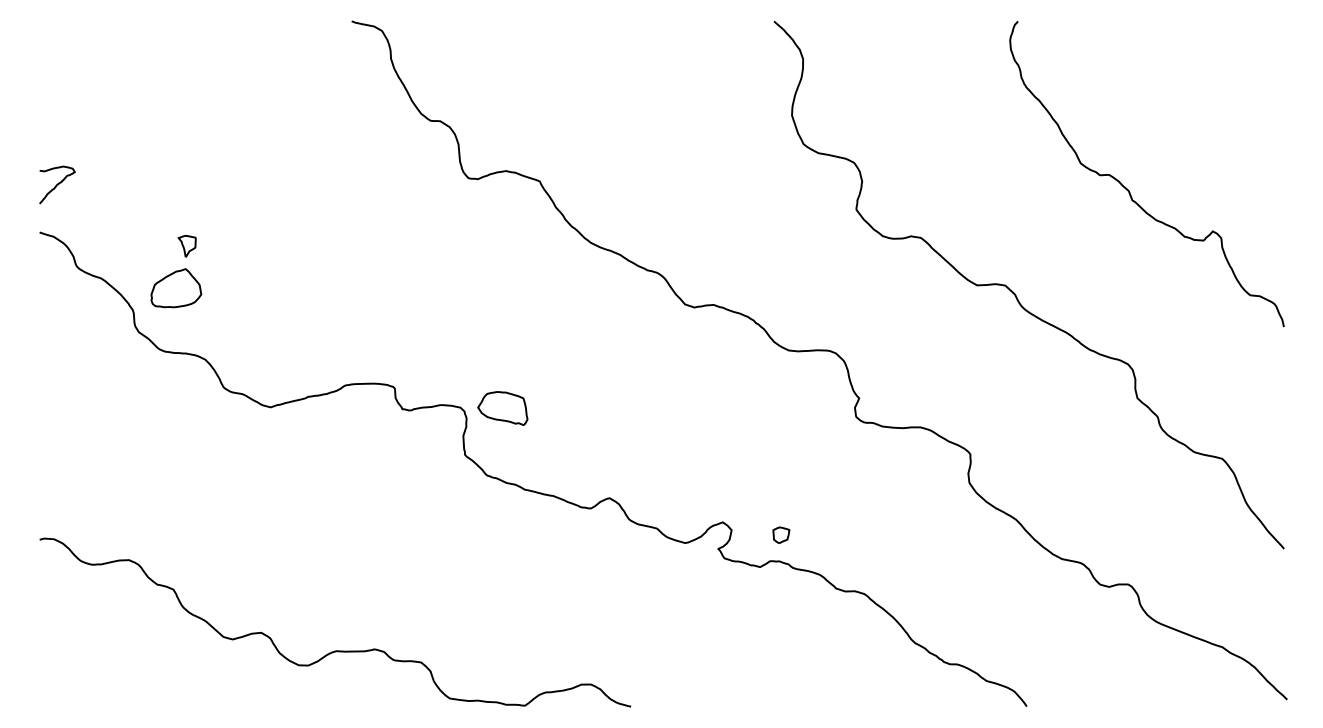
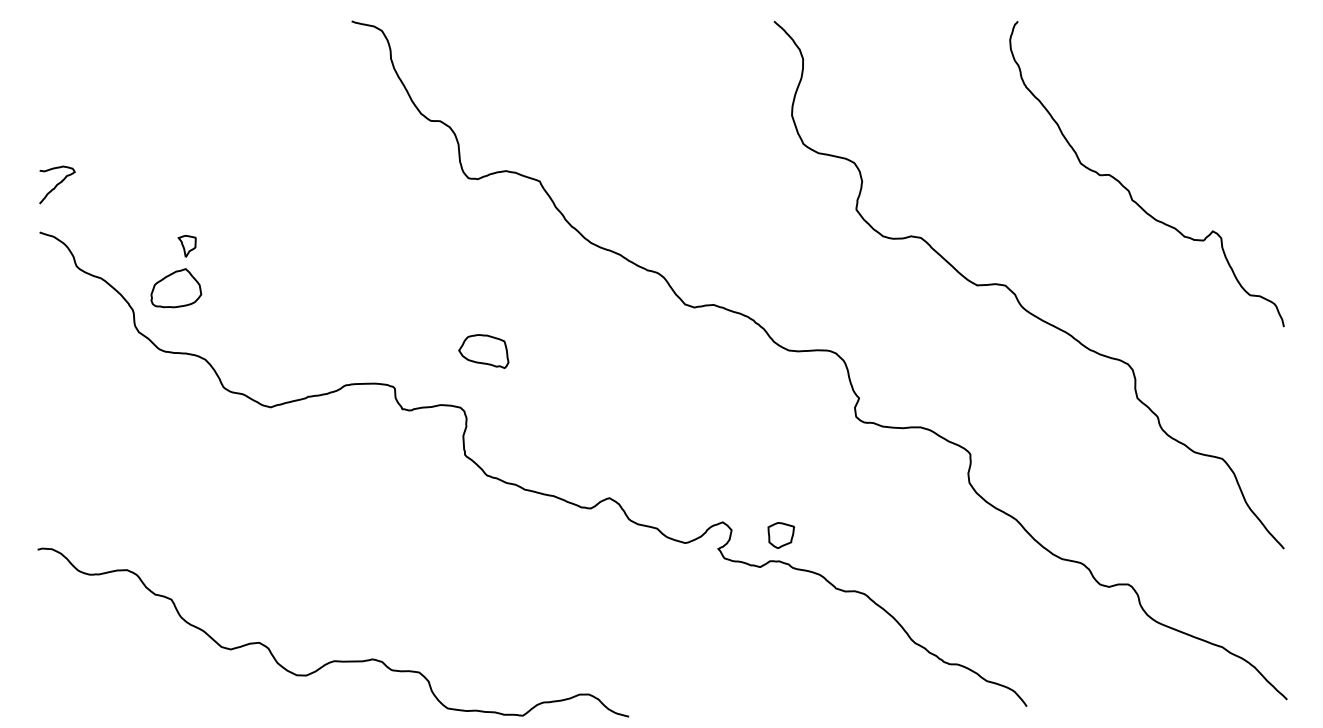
part at (502, 408) position: (502, 408) -> (483, 351)
part at (781, 534) size: 19x18 px -> 29x27 px
curve at (335, 650) position: (335, 650) -> (333, 660)
